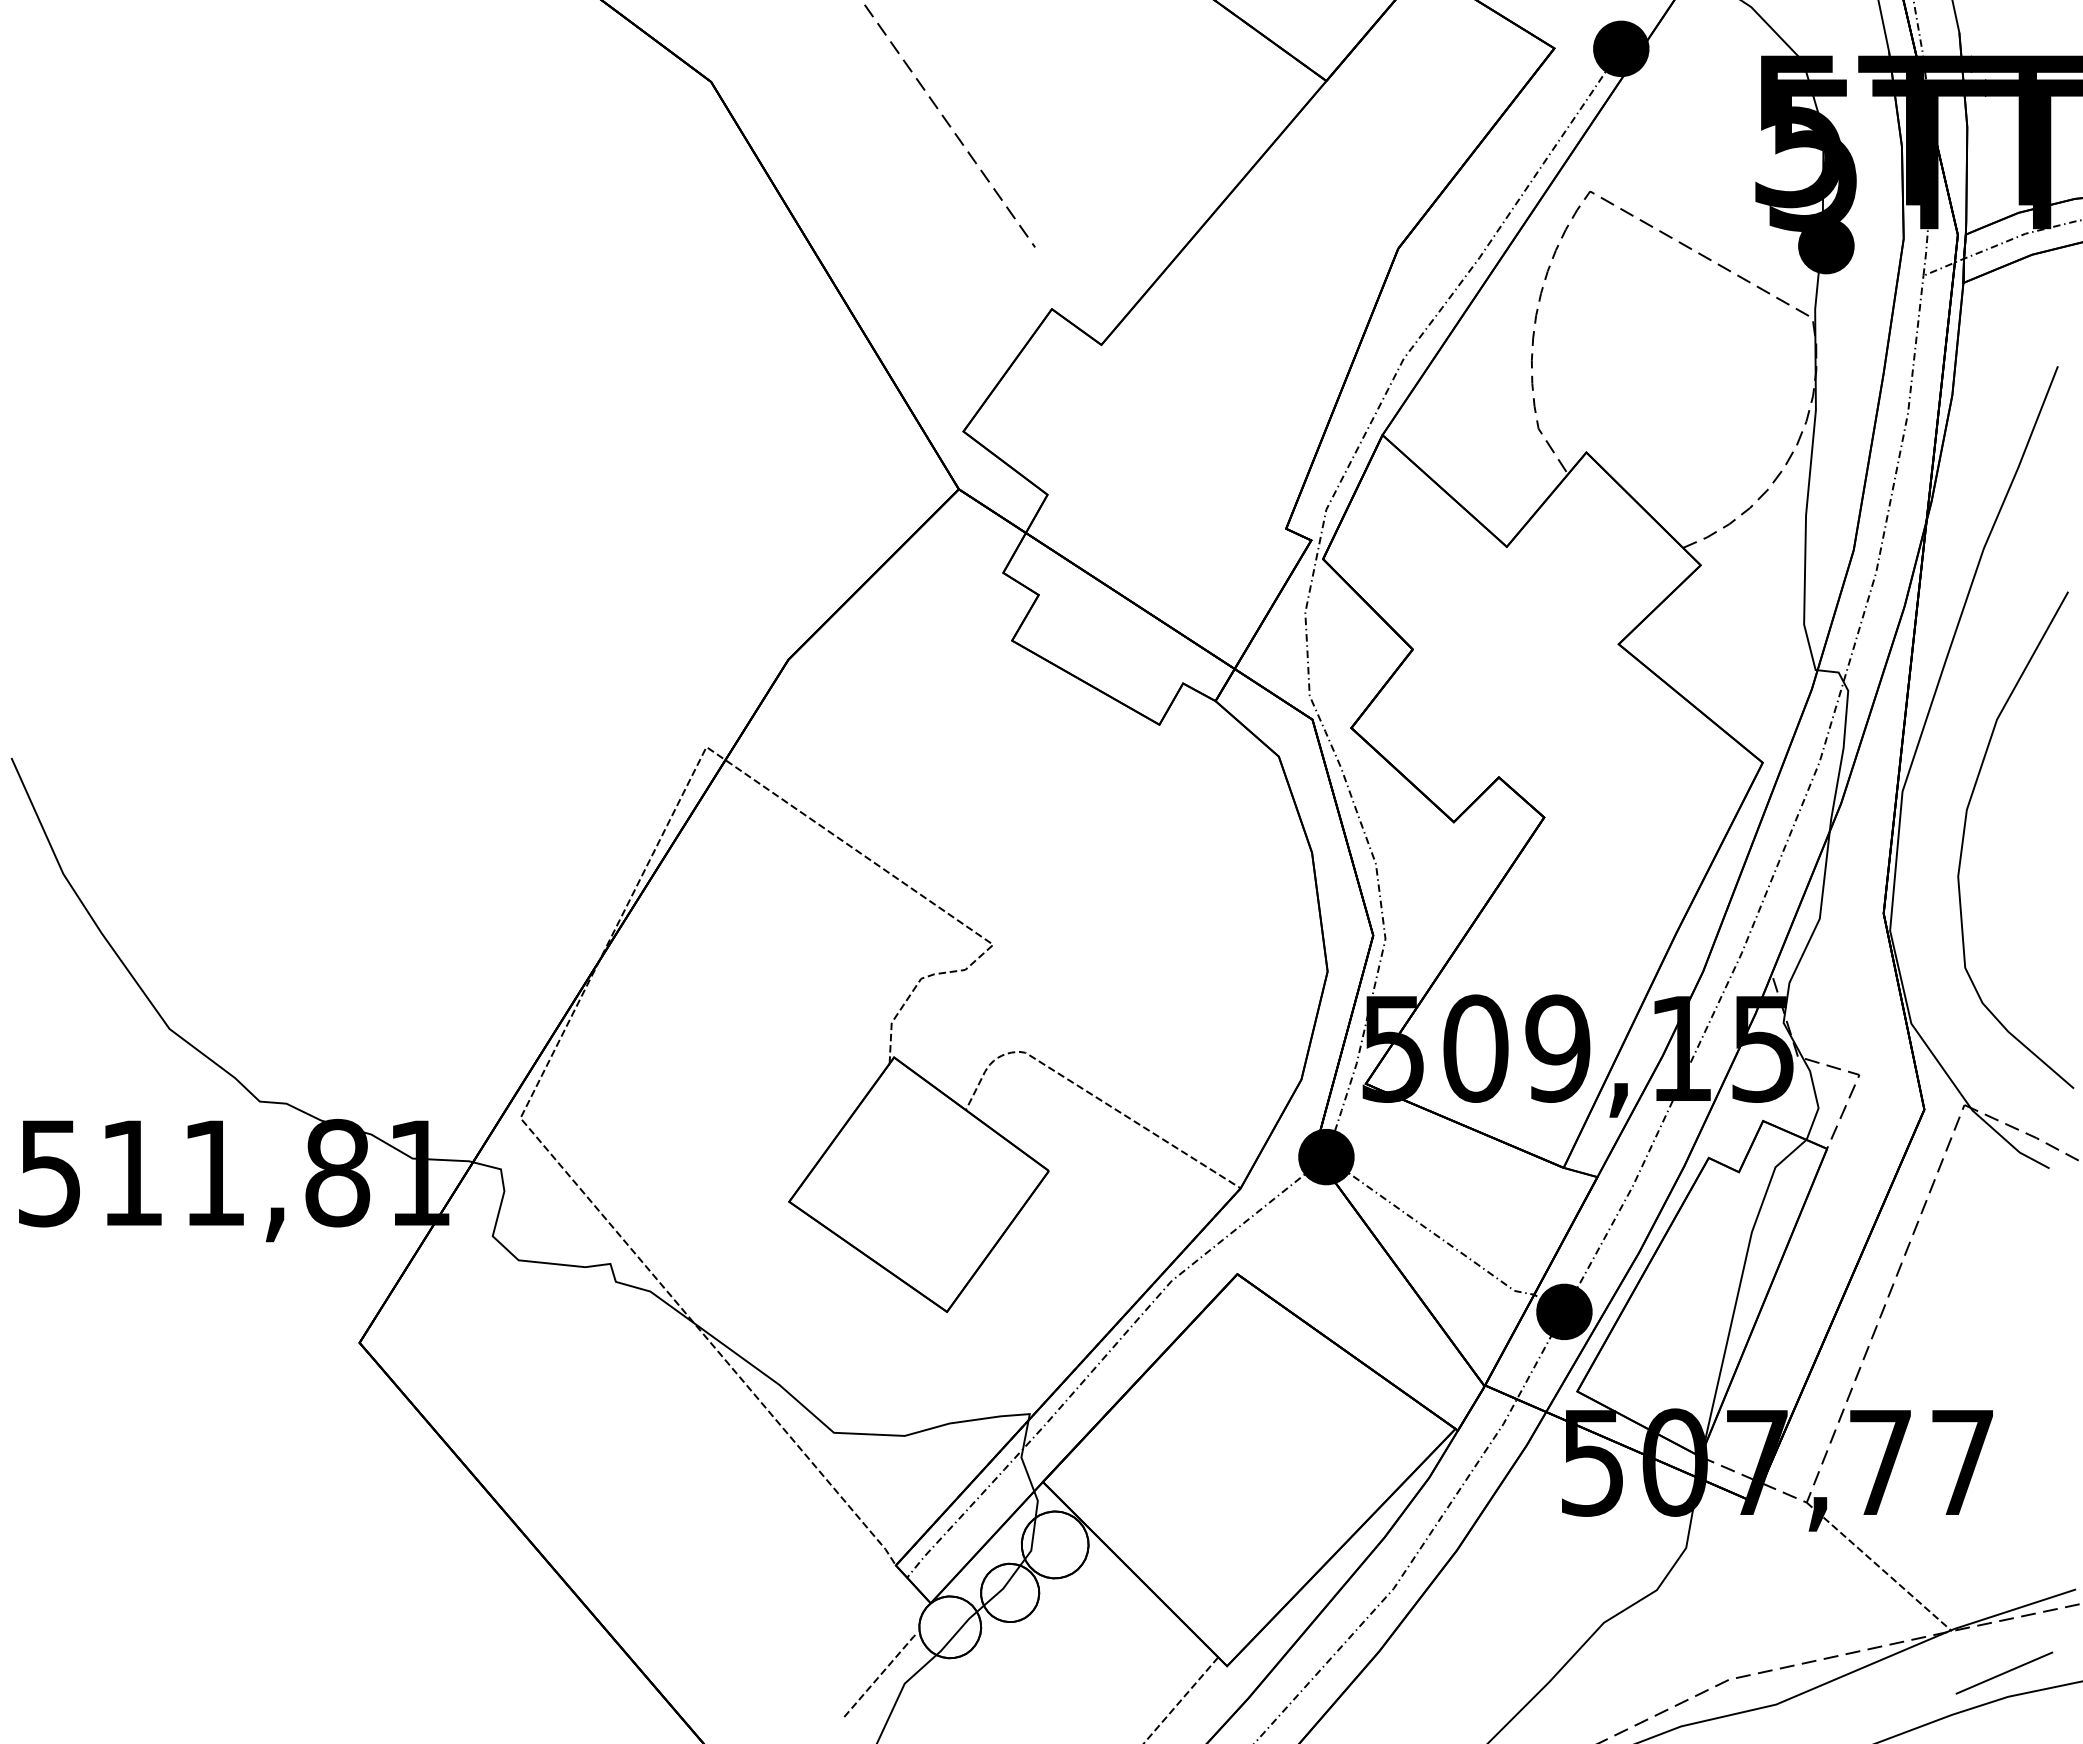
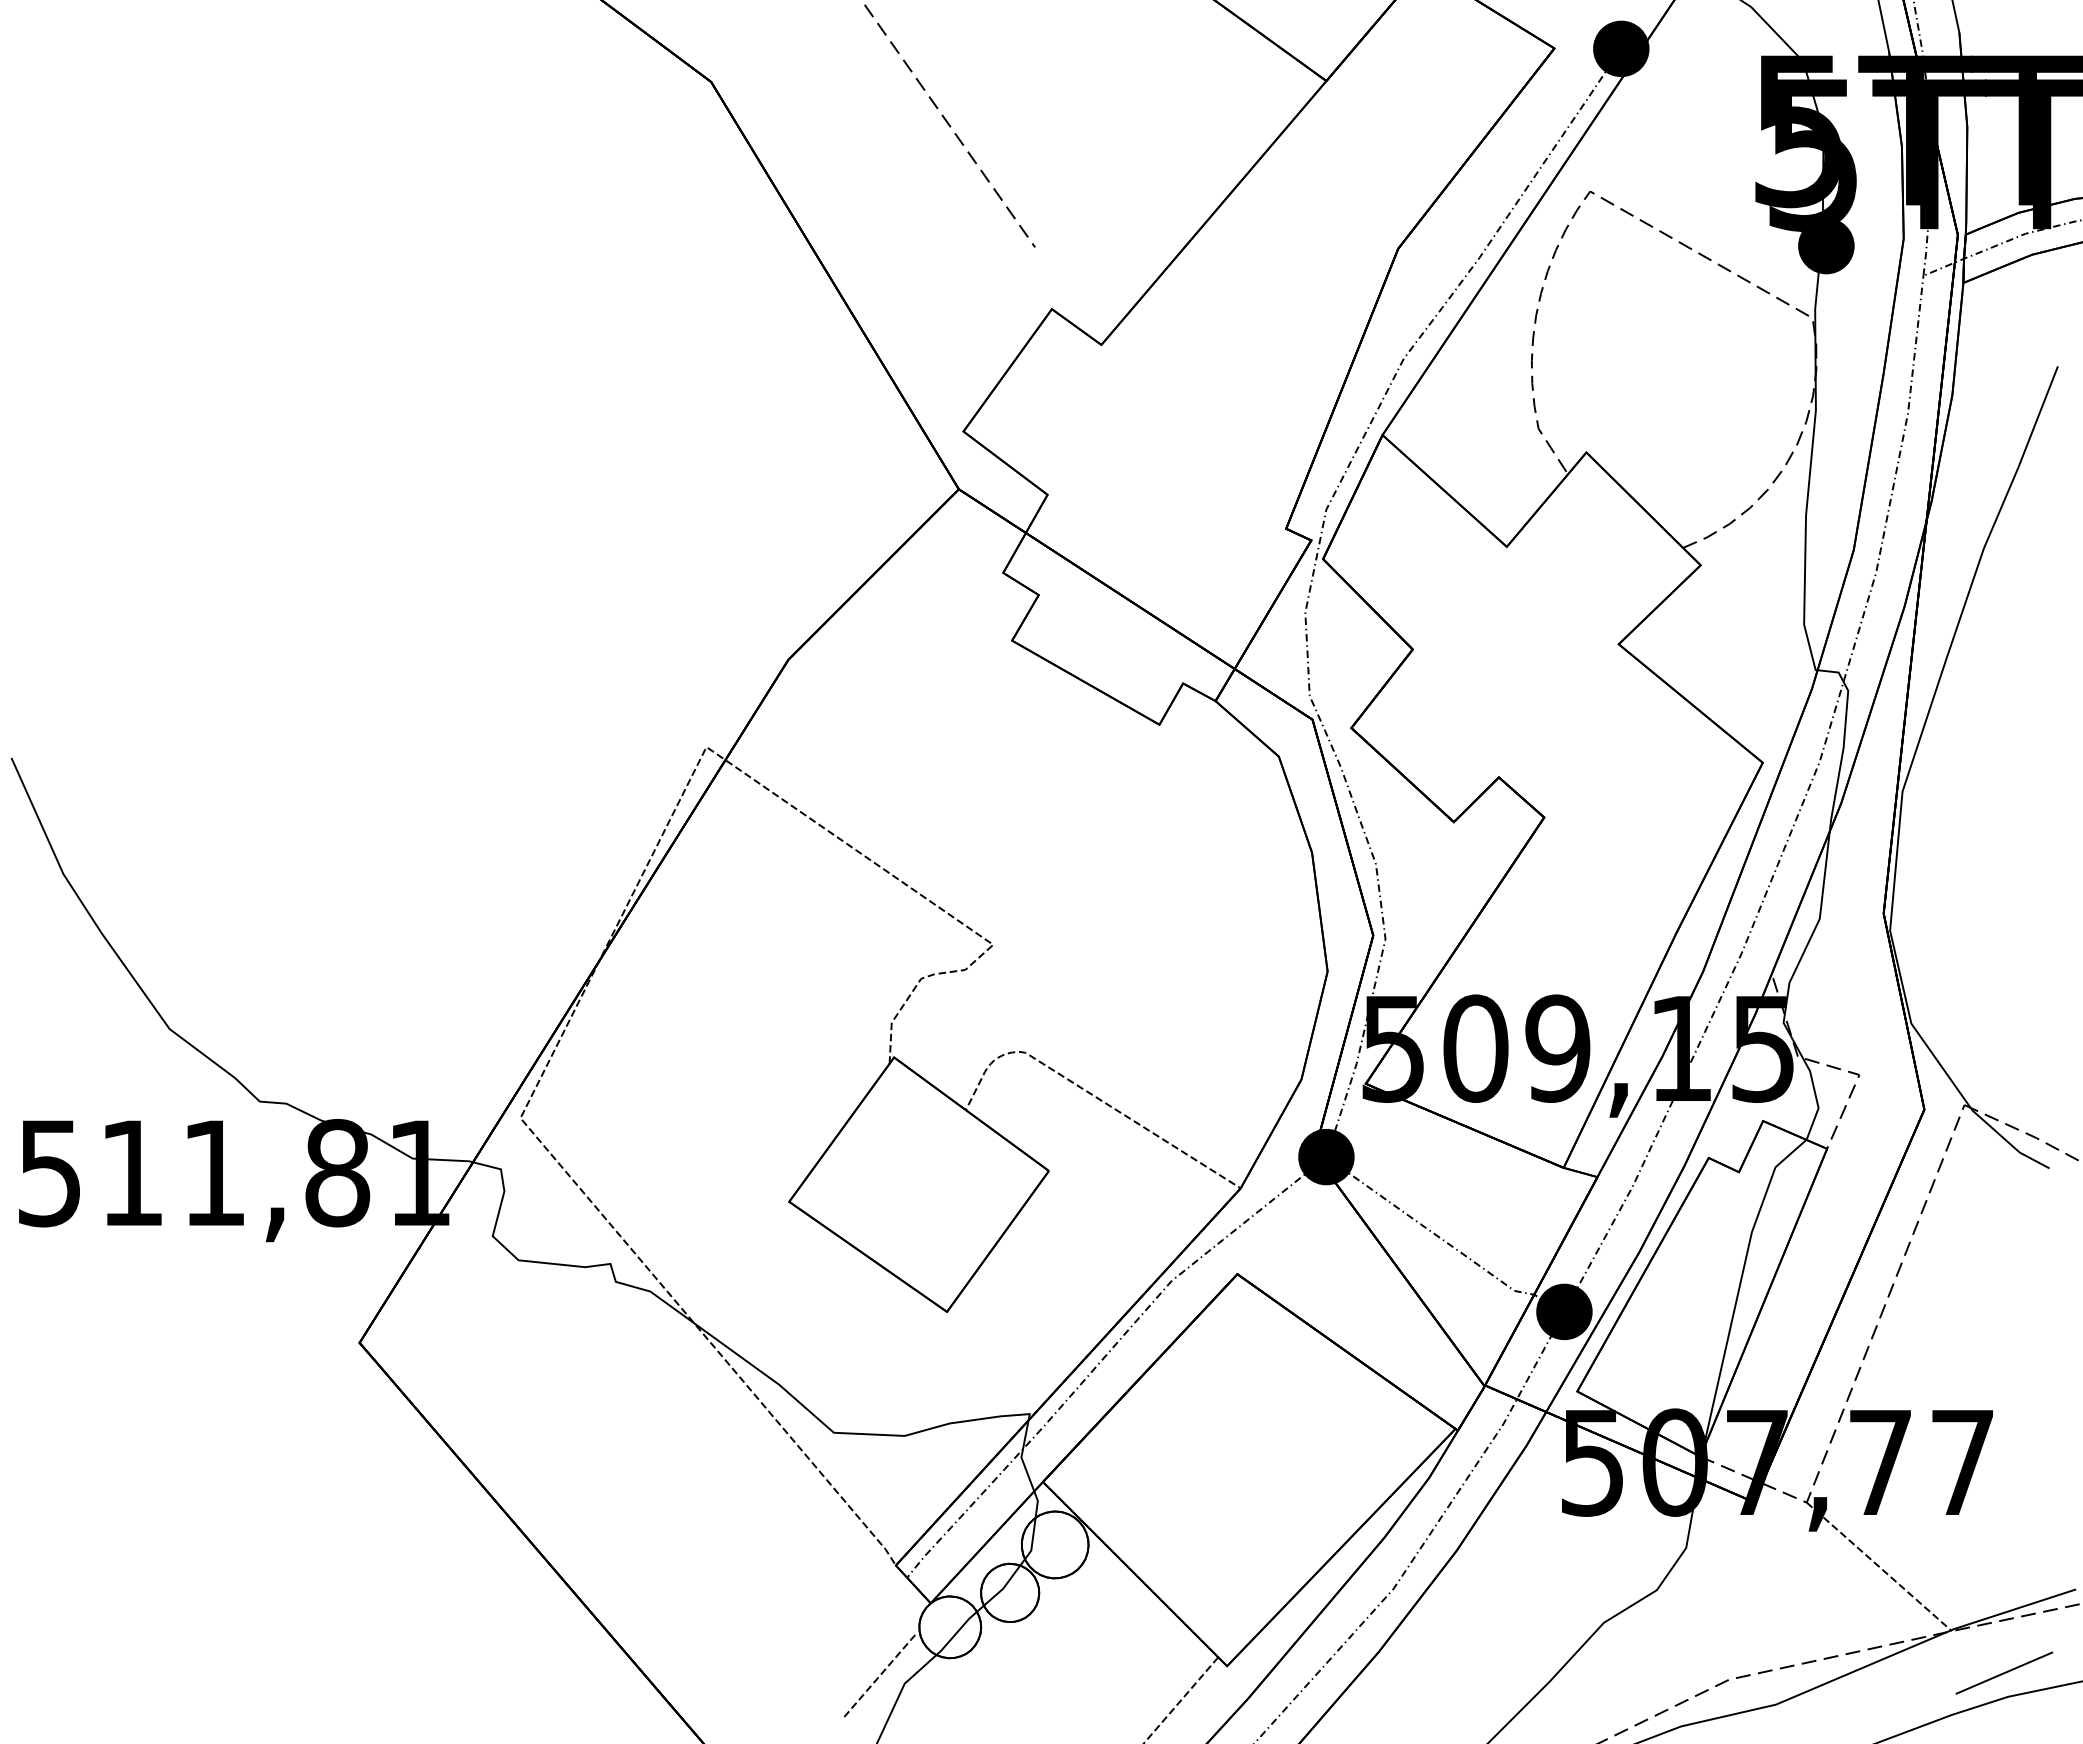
curve at (1965, 830): present -> none
